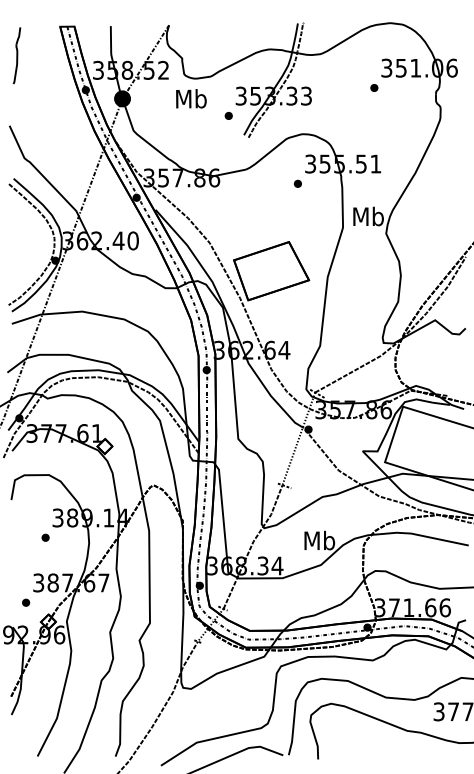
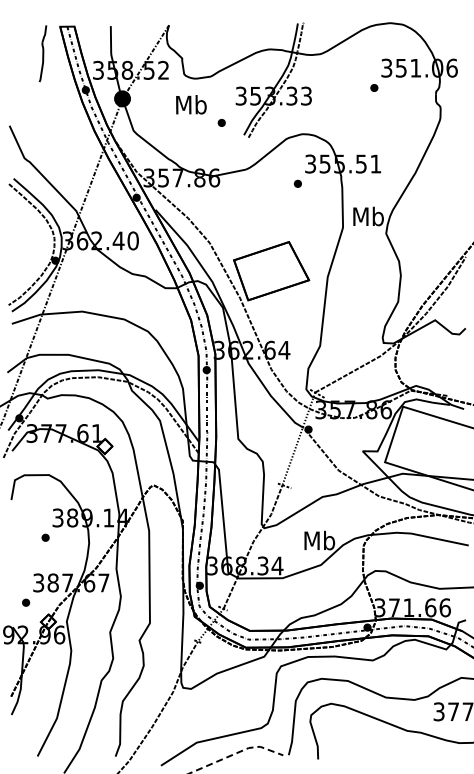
part at (16, 55) position: (16, 55) -> (42, 53)
text at (191, 98) position: (191, 98) -> (191, 104)
part at (228, 115) position: (228, 115) -> (221, 122)
line at (237, 753): solid -> dashed
